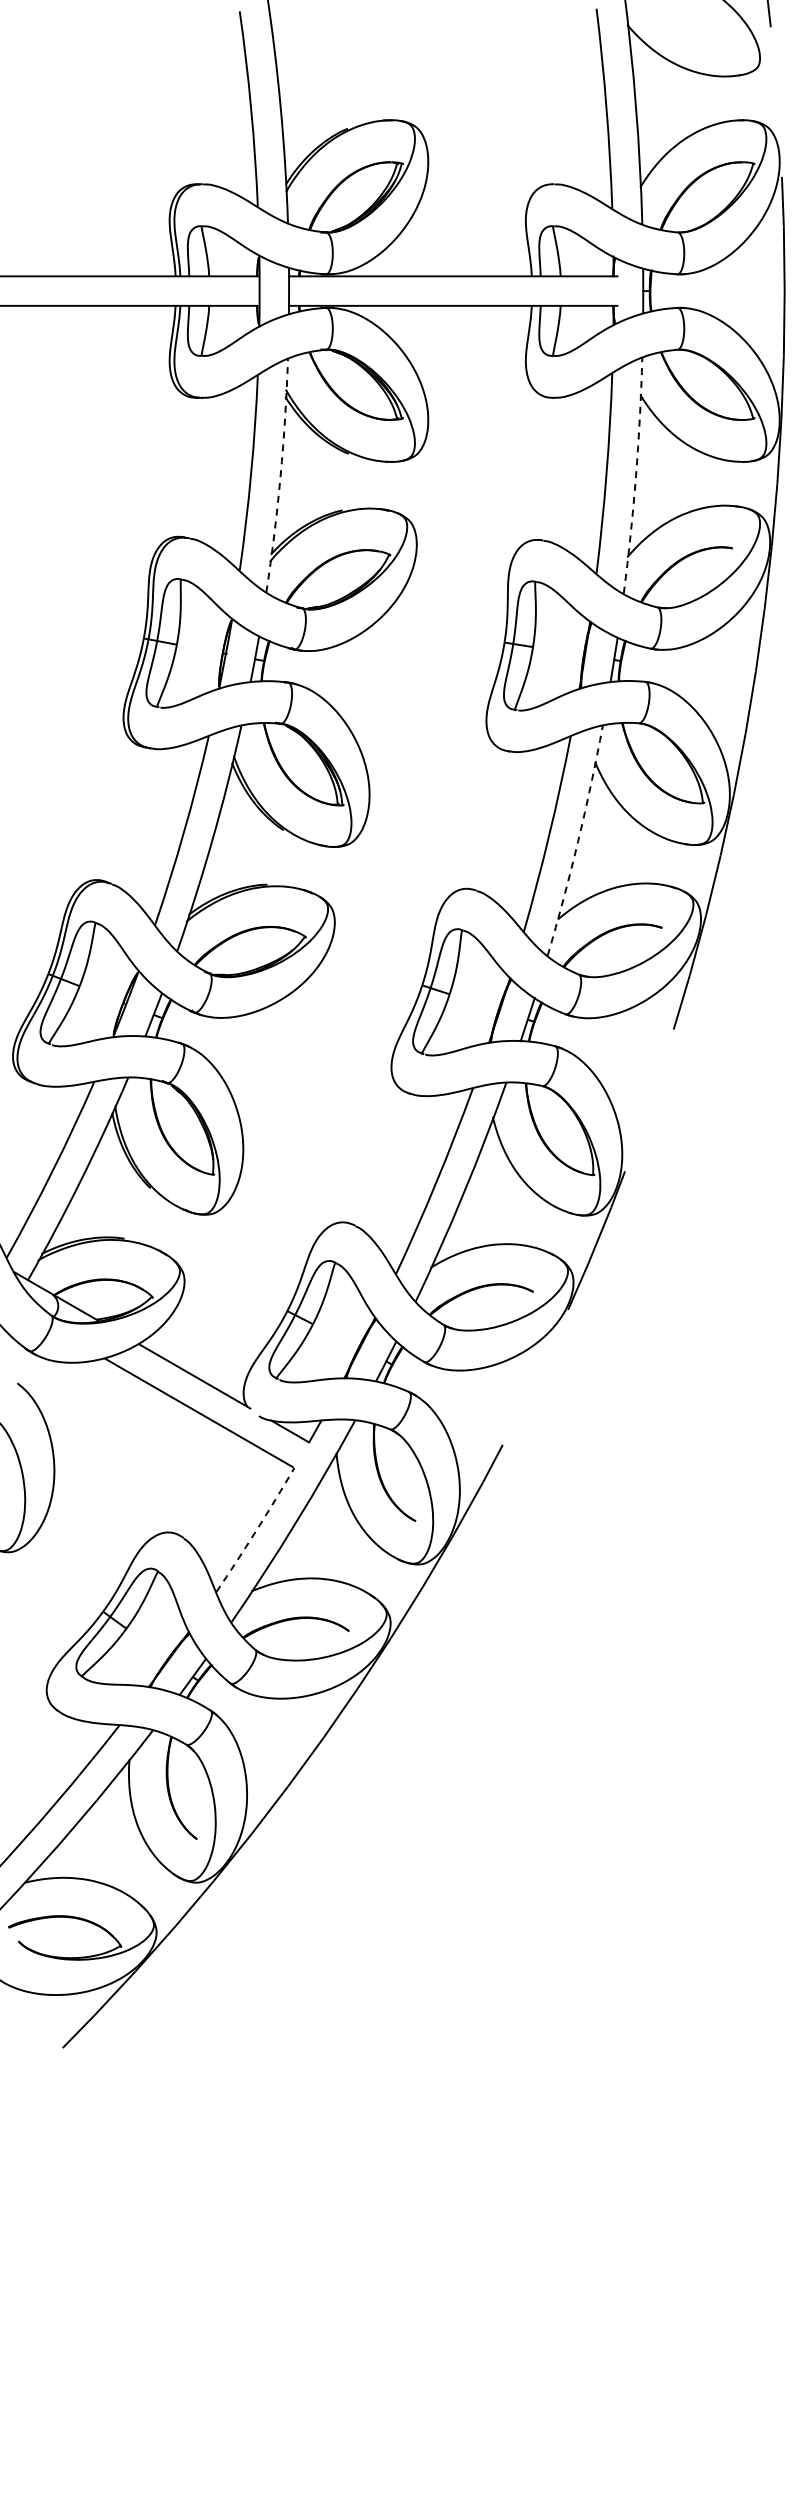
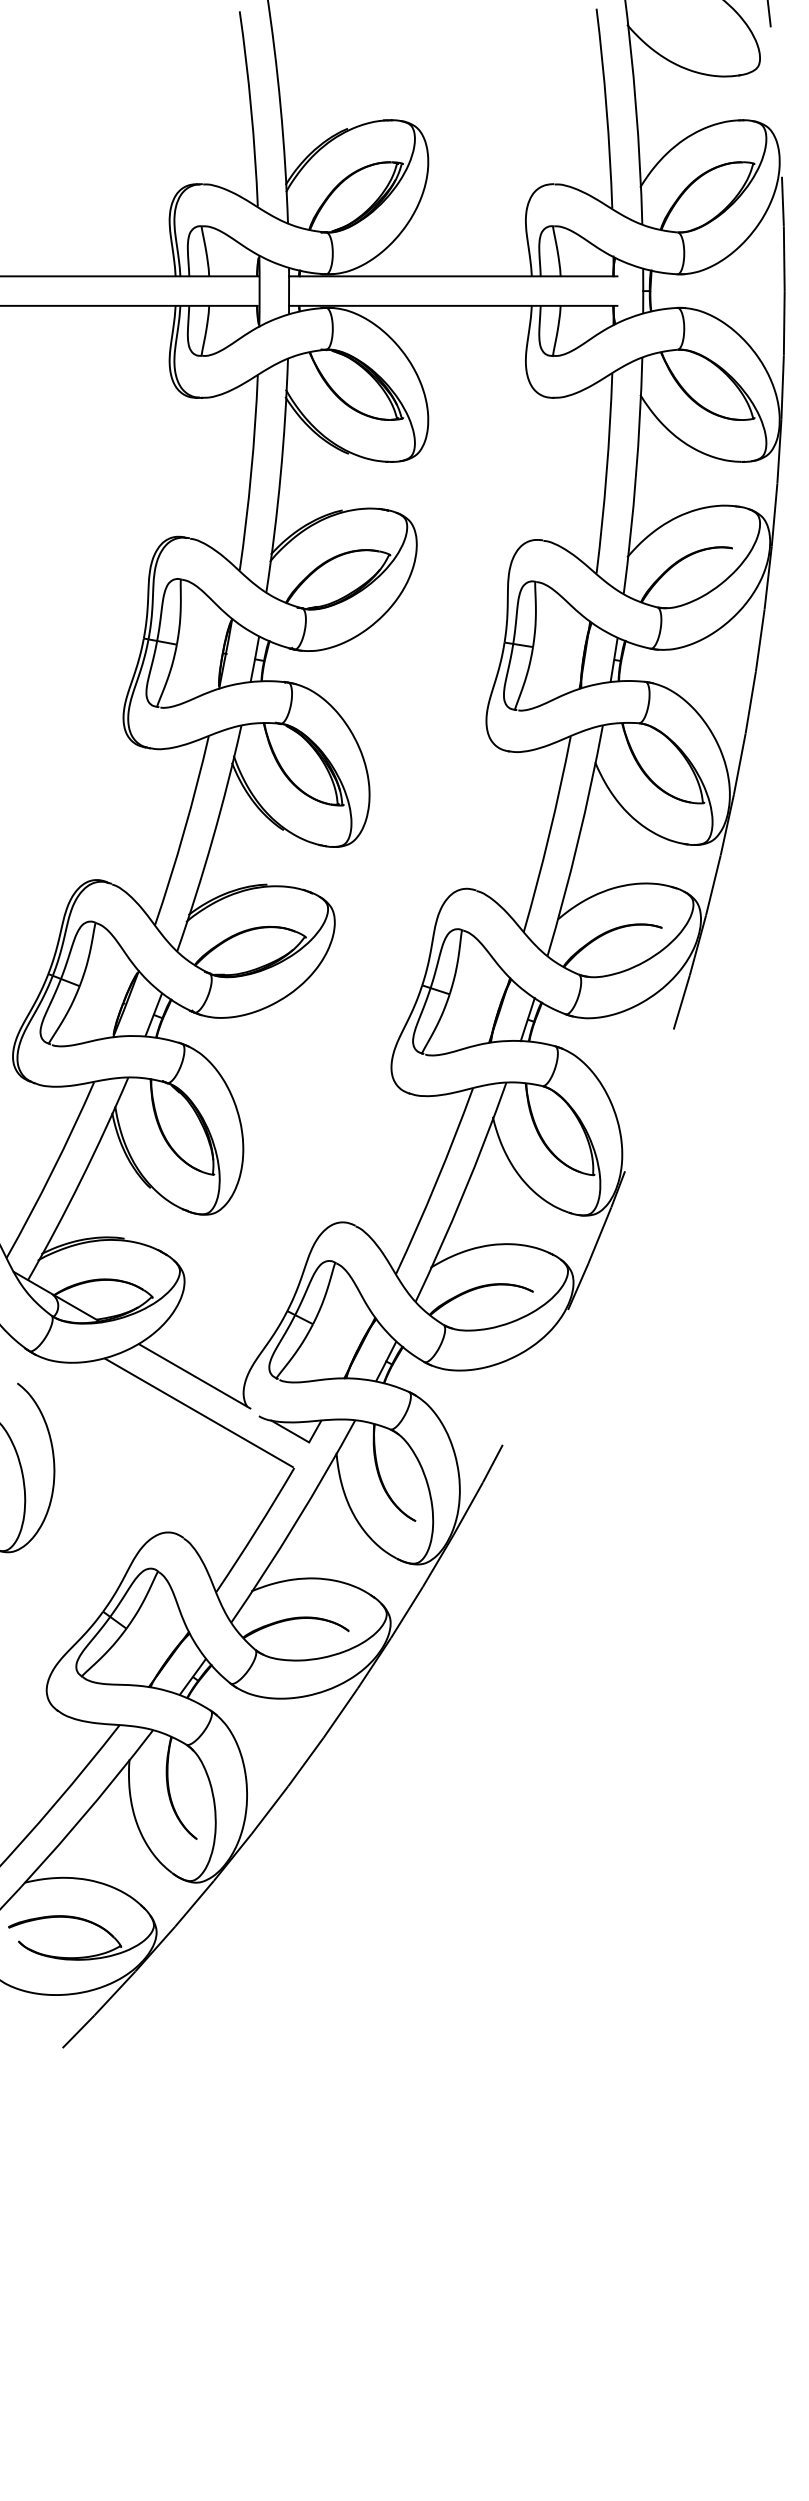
arc at (280, 475): dashed -> solid
arc at (636, 475): dashed -> solid
arc at (578, 841): dashed -> solid
arc at (256, 1530): dashed -> solid
